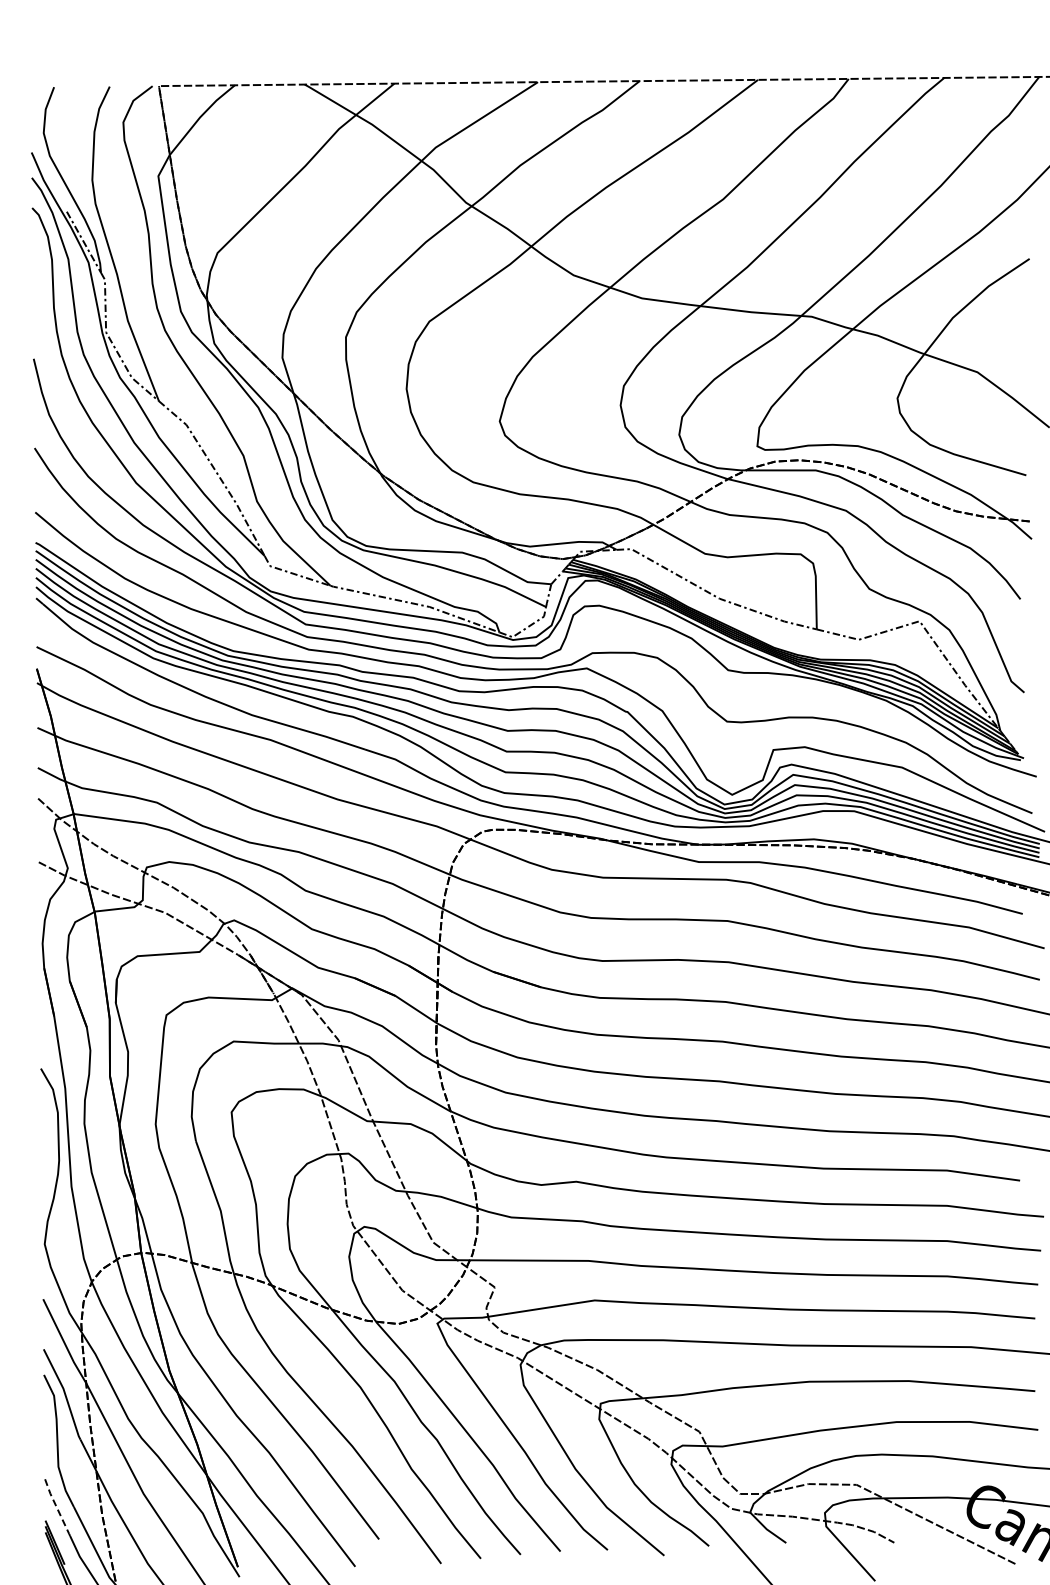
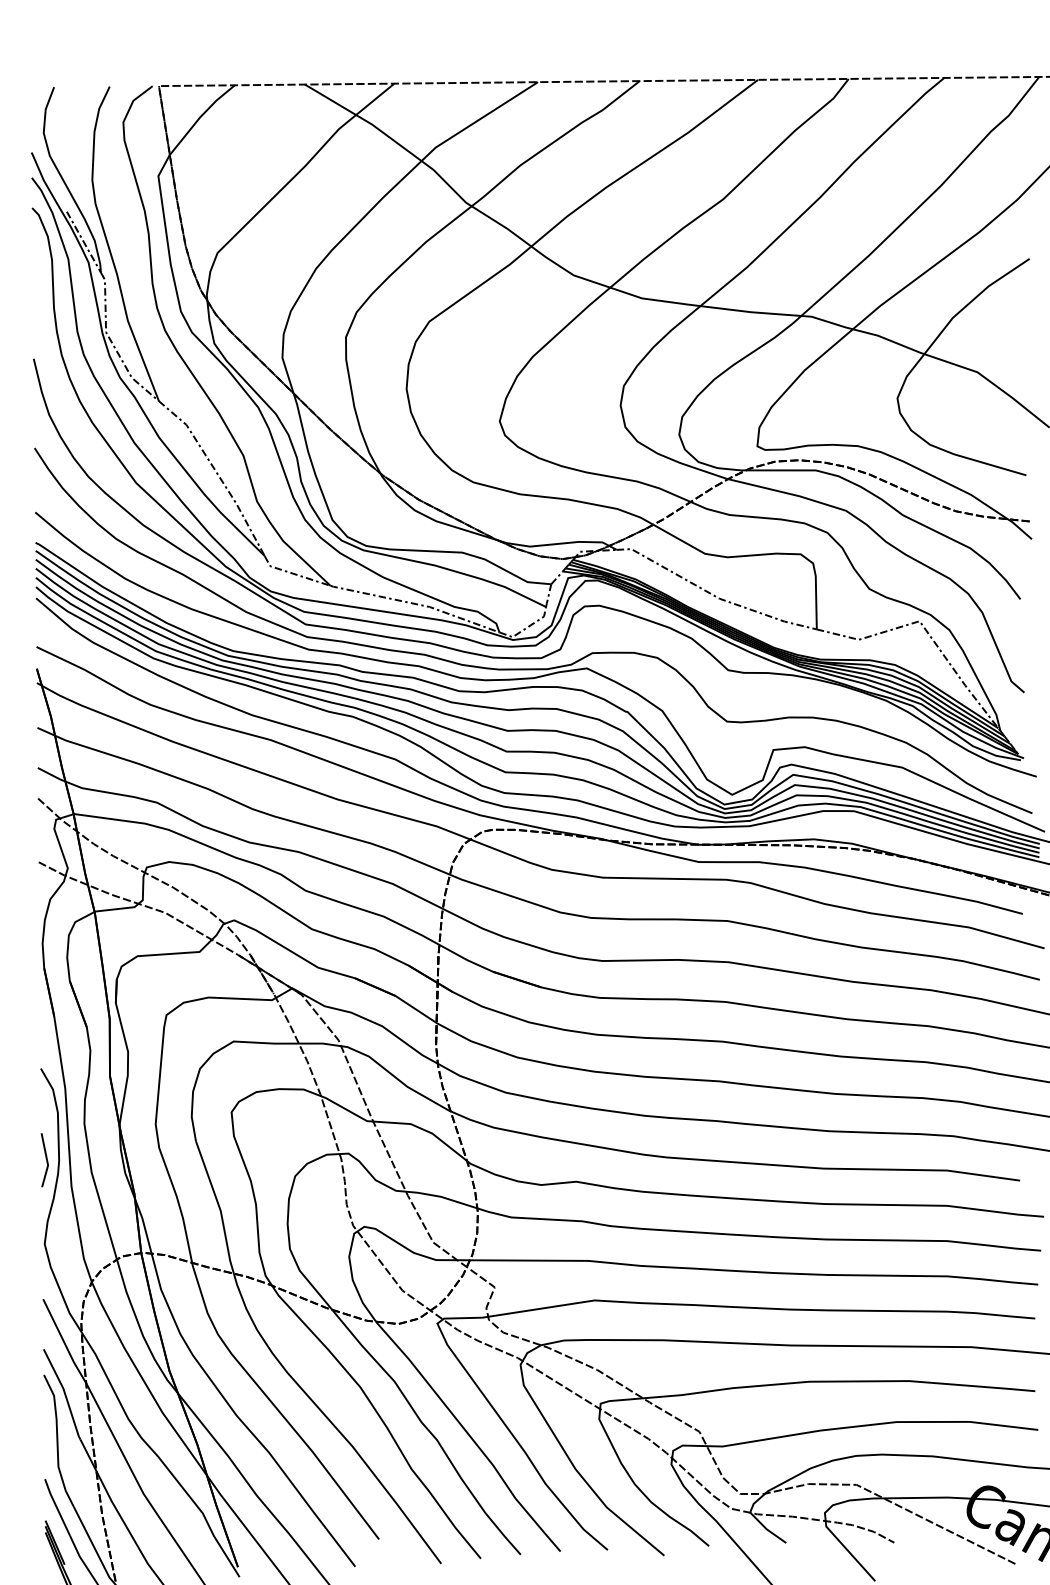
line at (46, 1160): none -> present
line at (57, 1508): dashed -> solid
